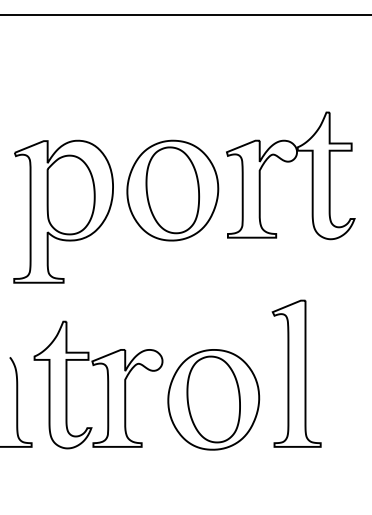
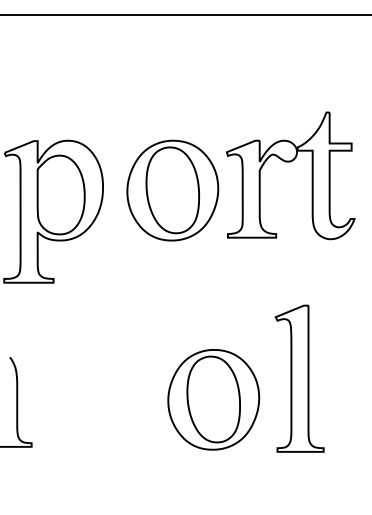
part at (63, 211) position: (63, 211) -> (53, 211)
part at (296, 373) position: (296, 373) -> (299, 378)
part at (107, 384): present -> none
